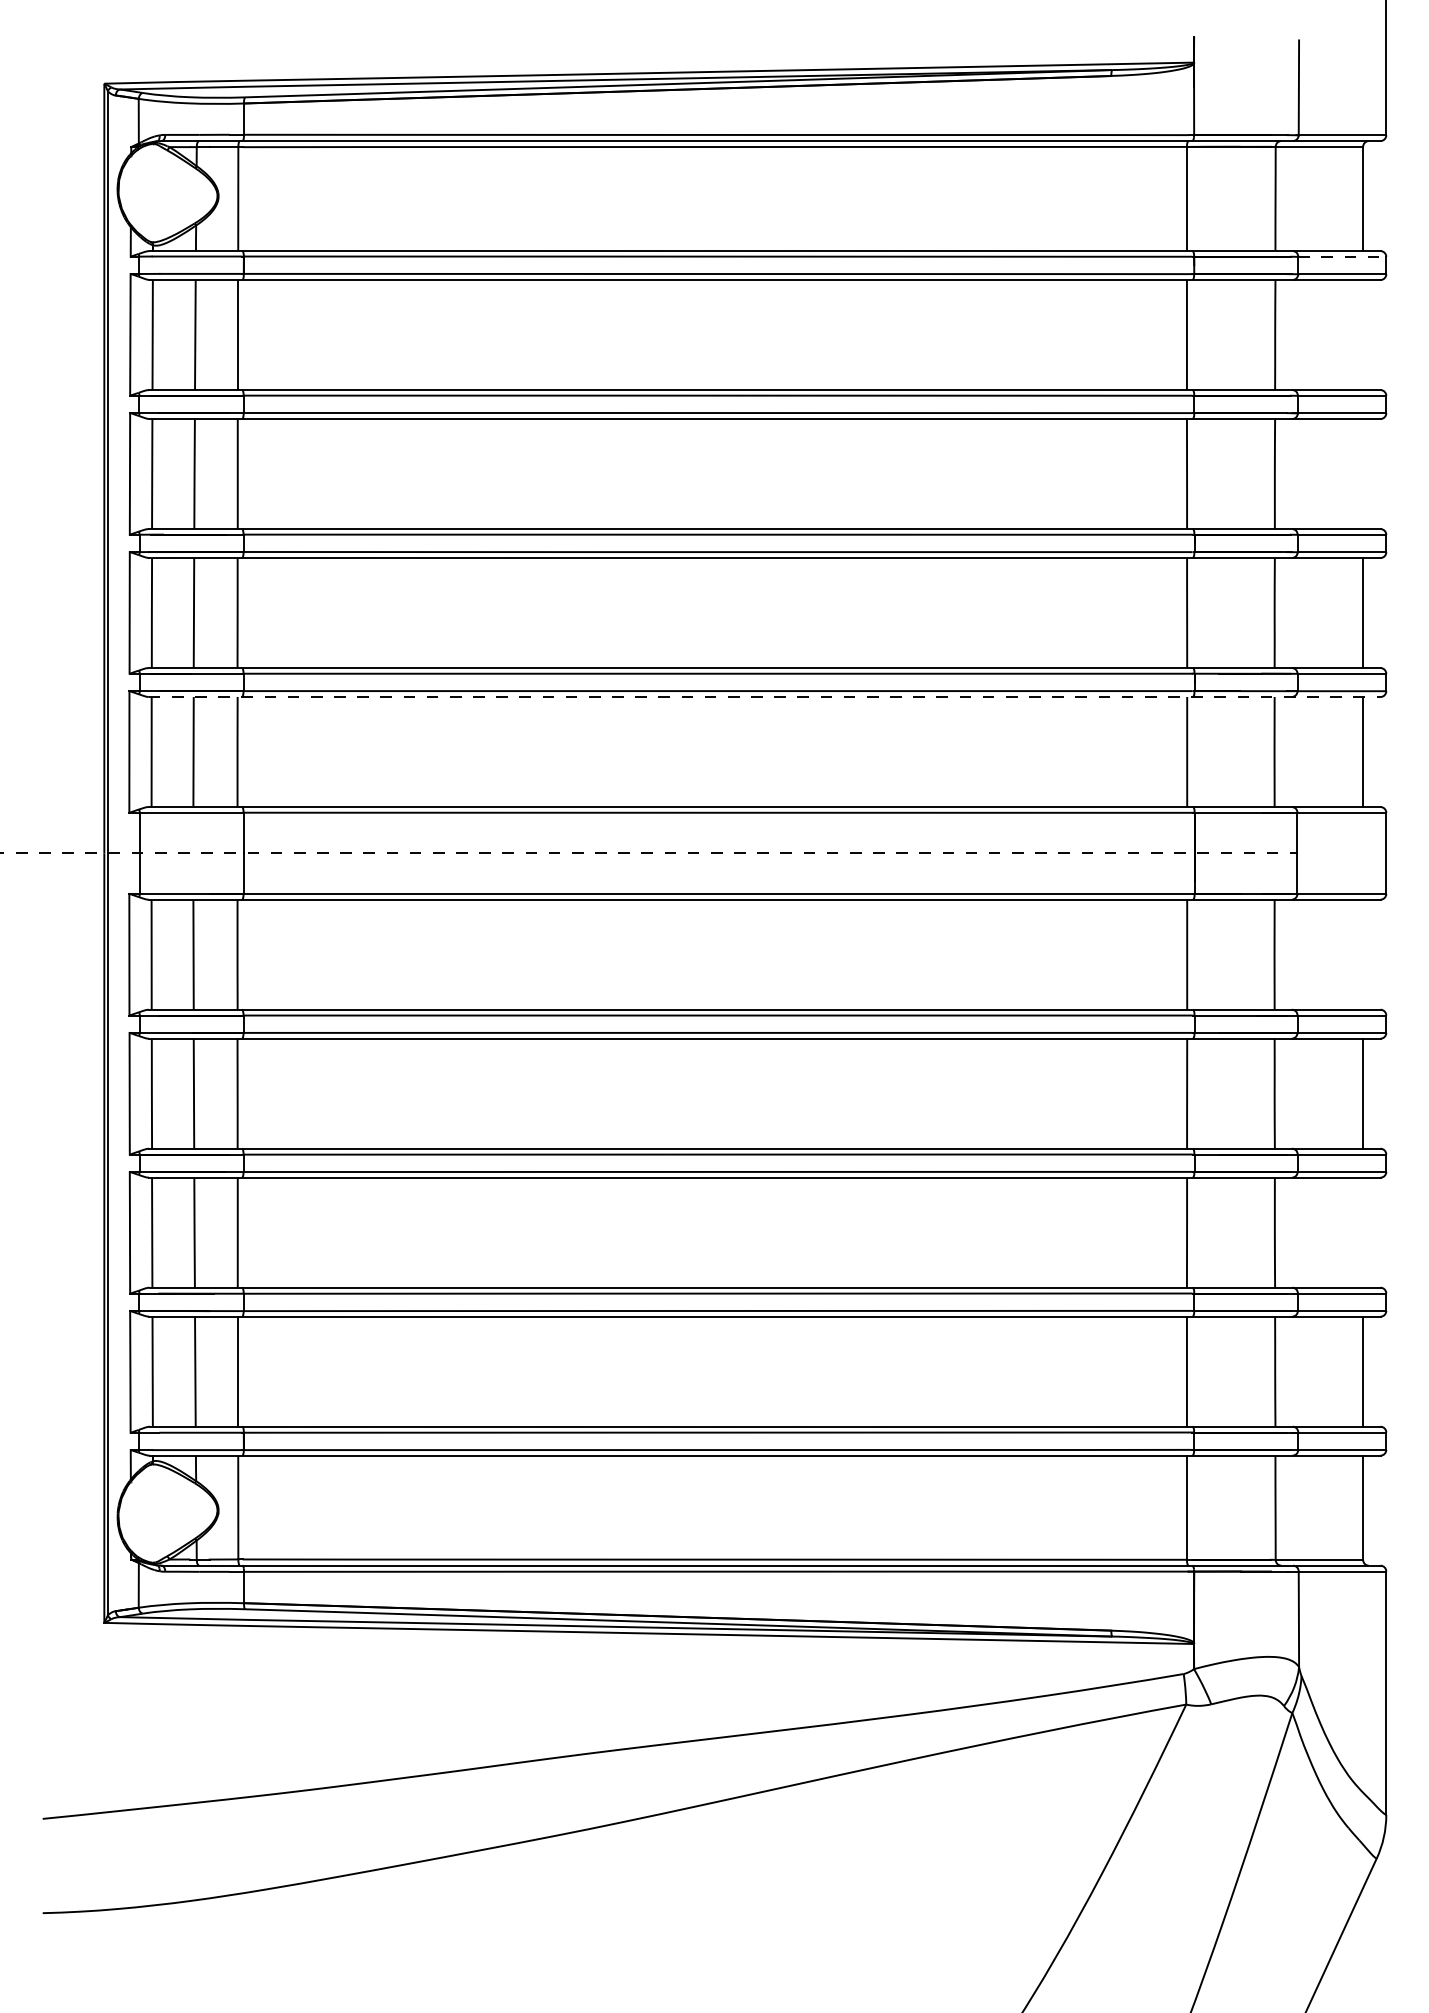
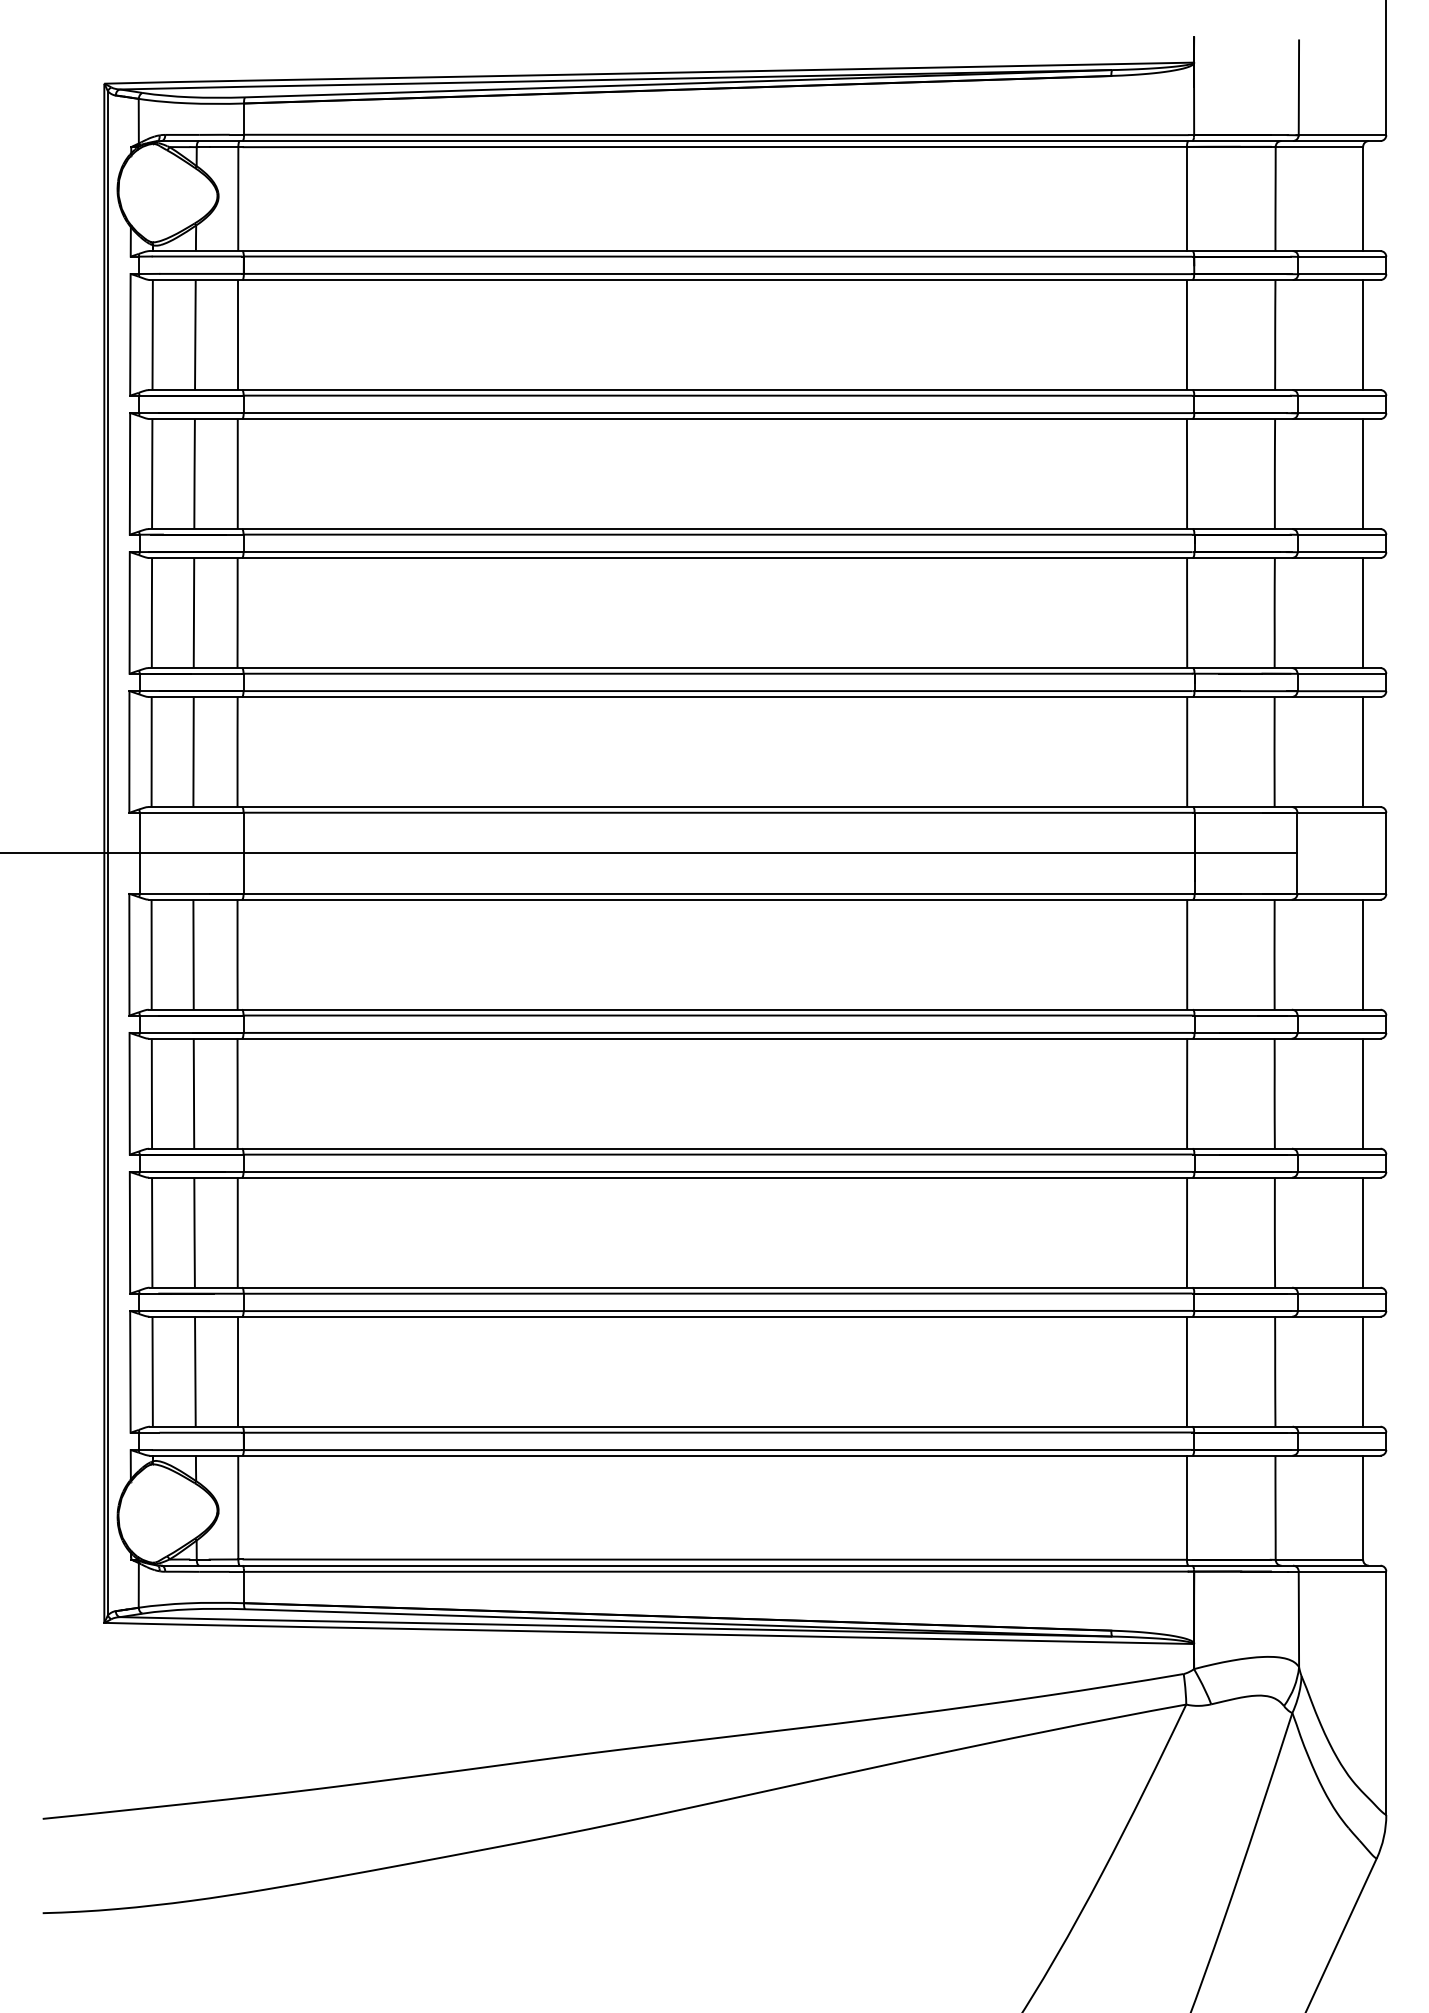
line at (1342, 256): dashed -> solid
line at (1363, 335): none -> present
line at (1363, 474): none -> present
line at (764, 697): dashed -> solid
line at (649, 853): dashed -> solid
line at (1363, 954): none -> present
line at (1363, 1232): none -> present
